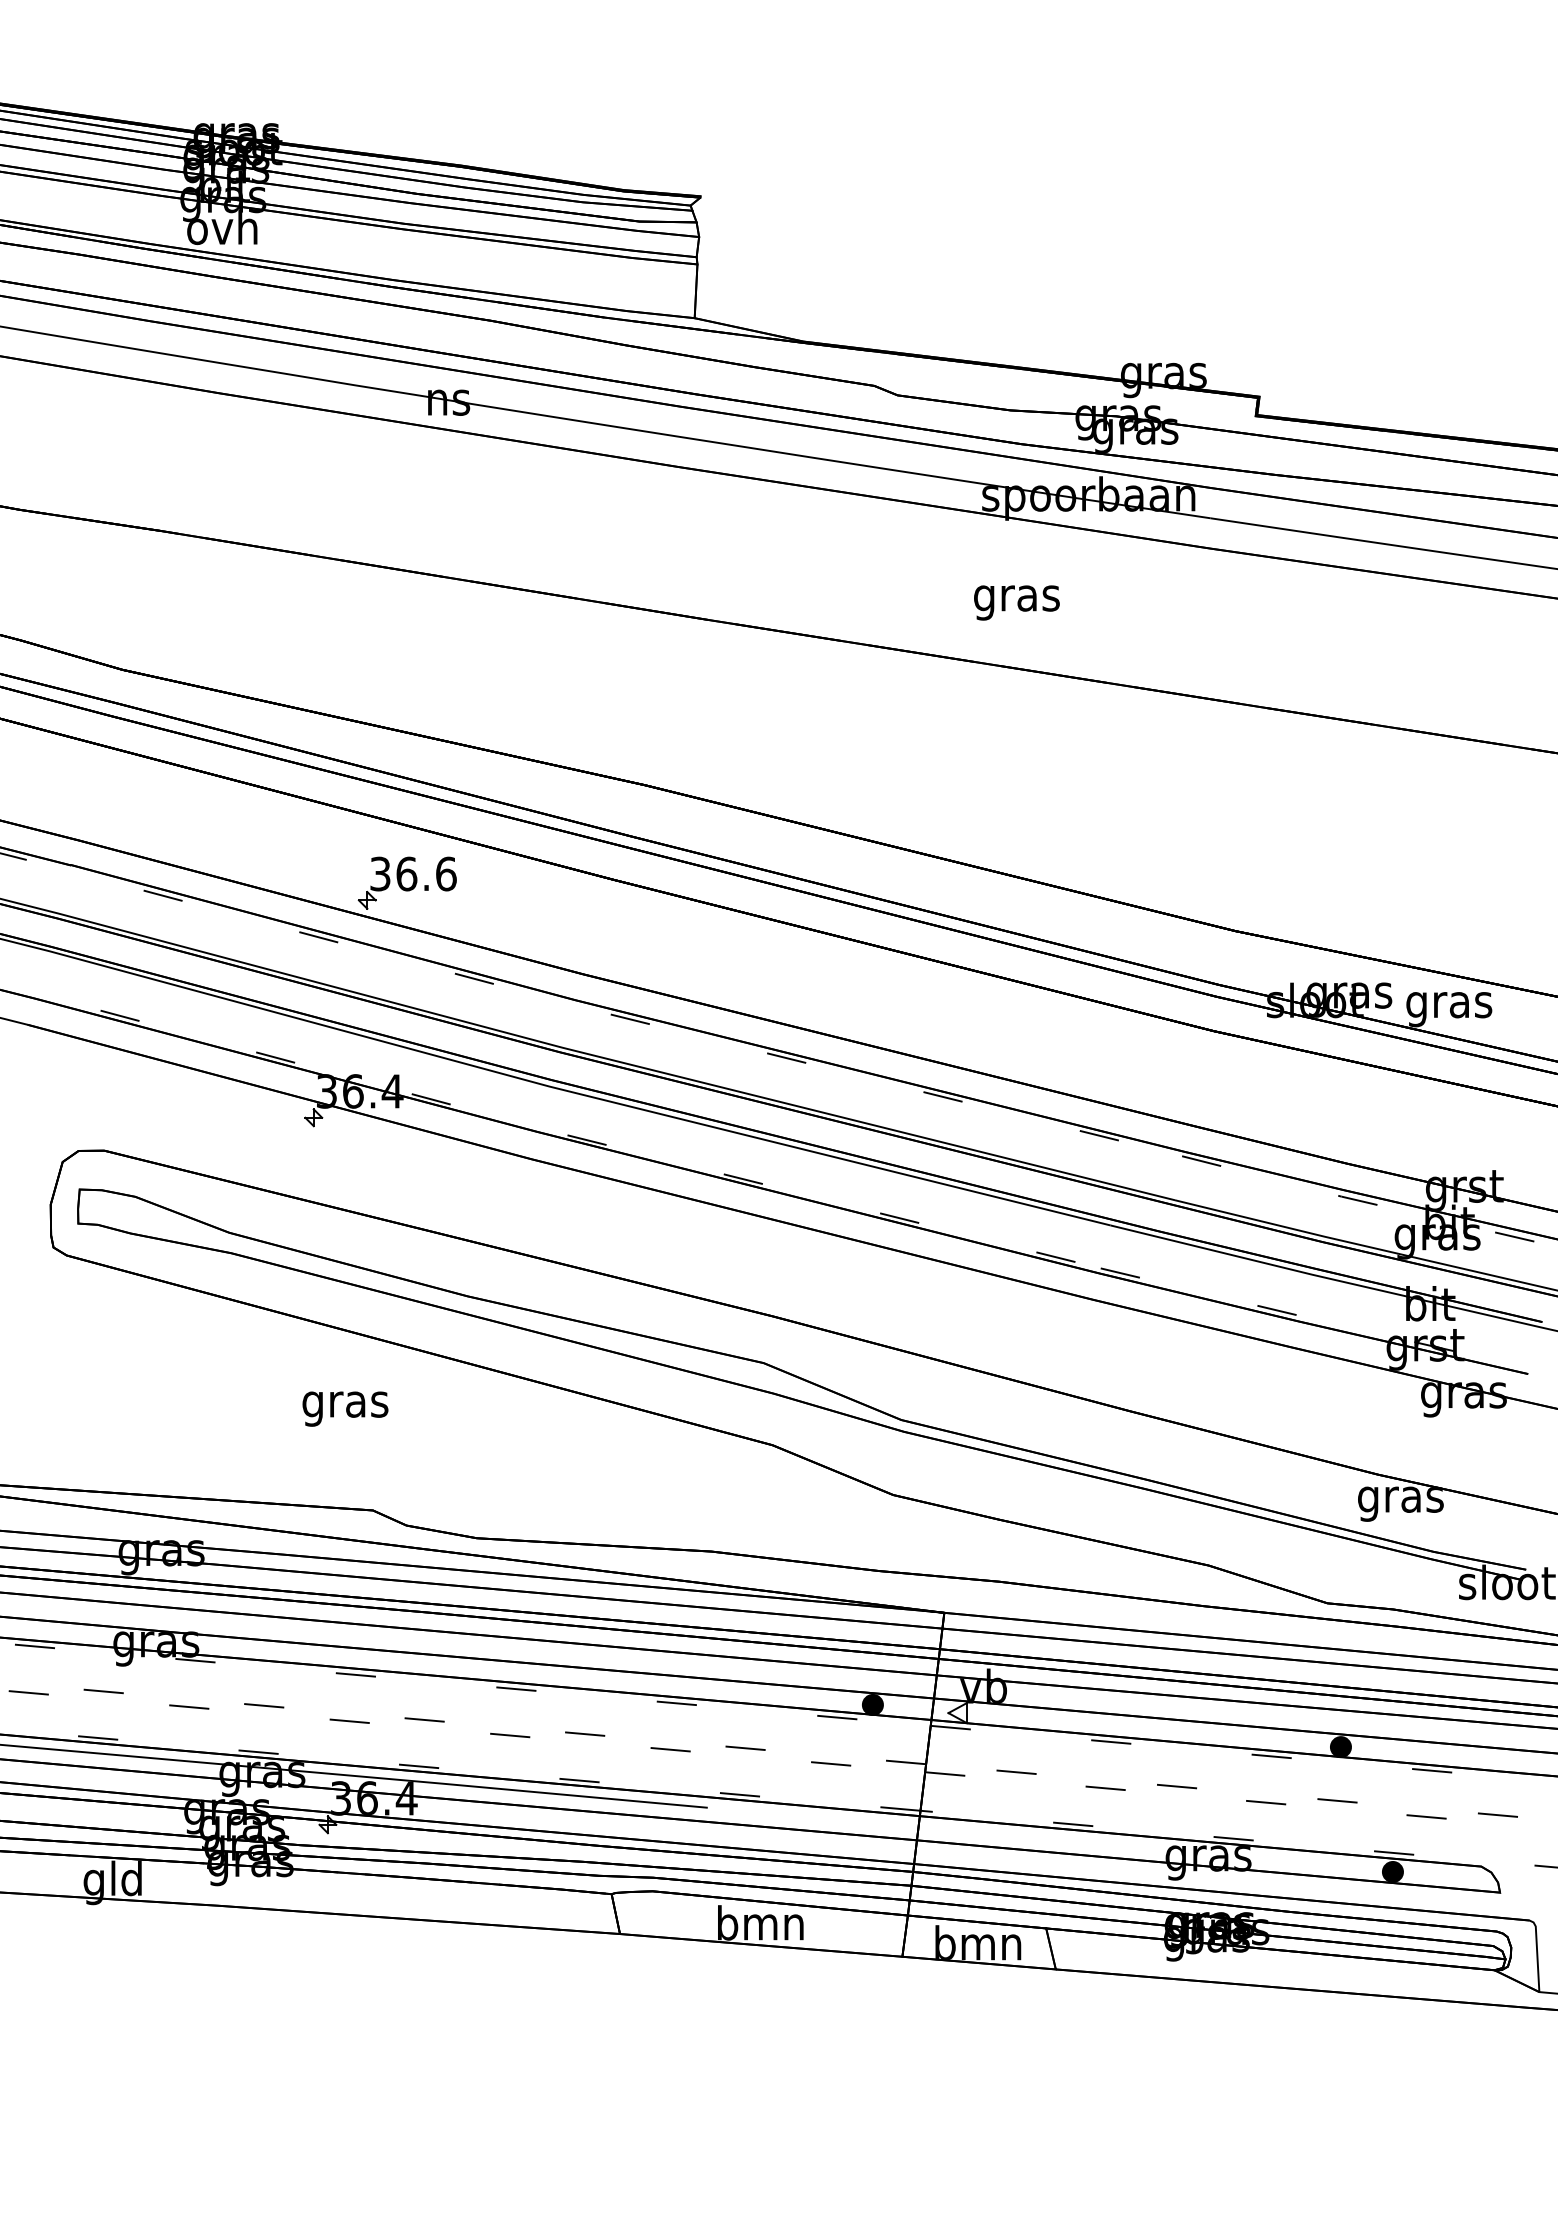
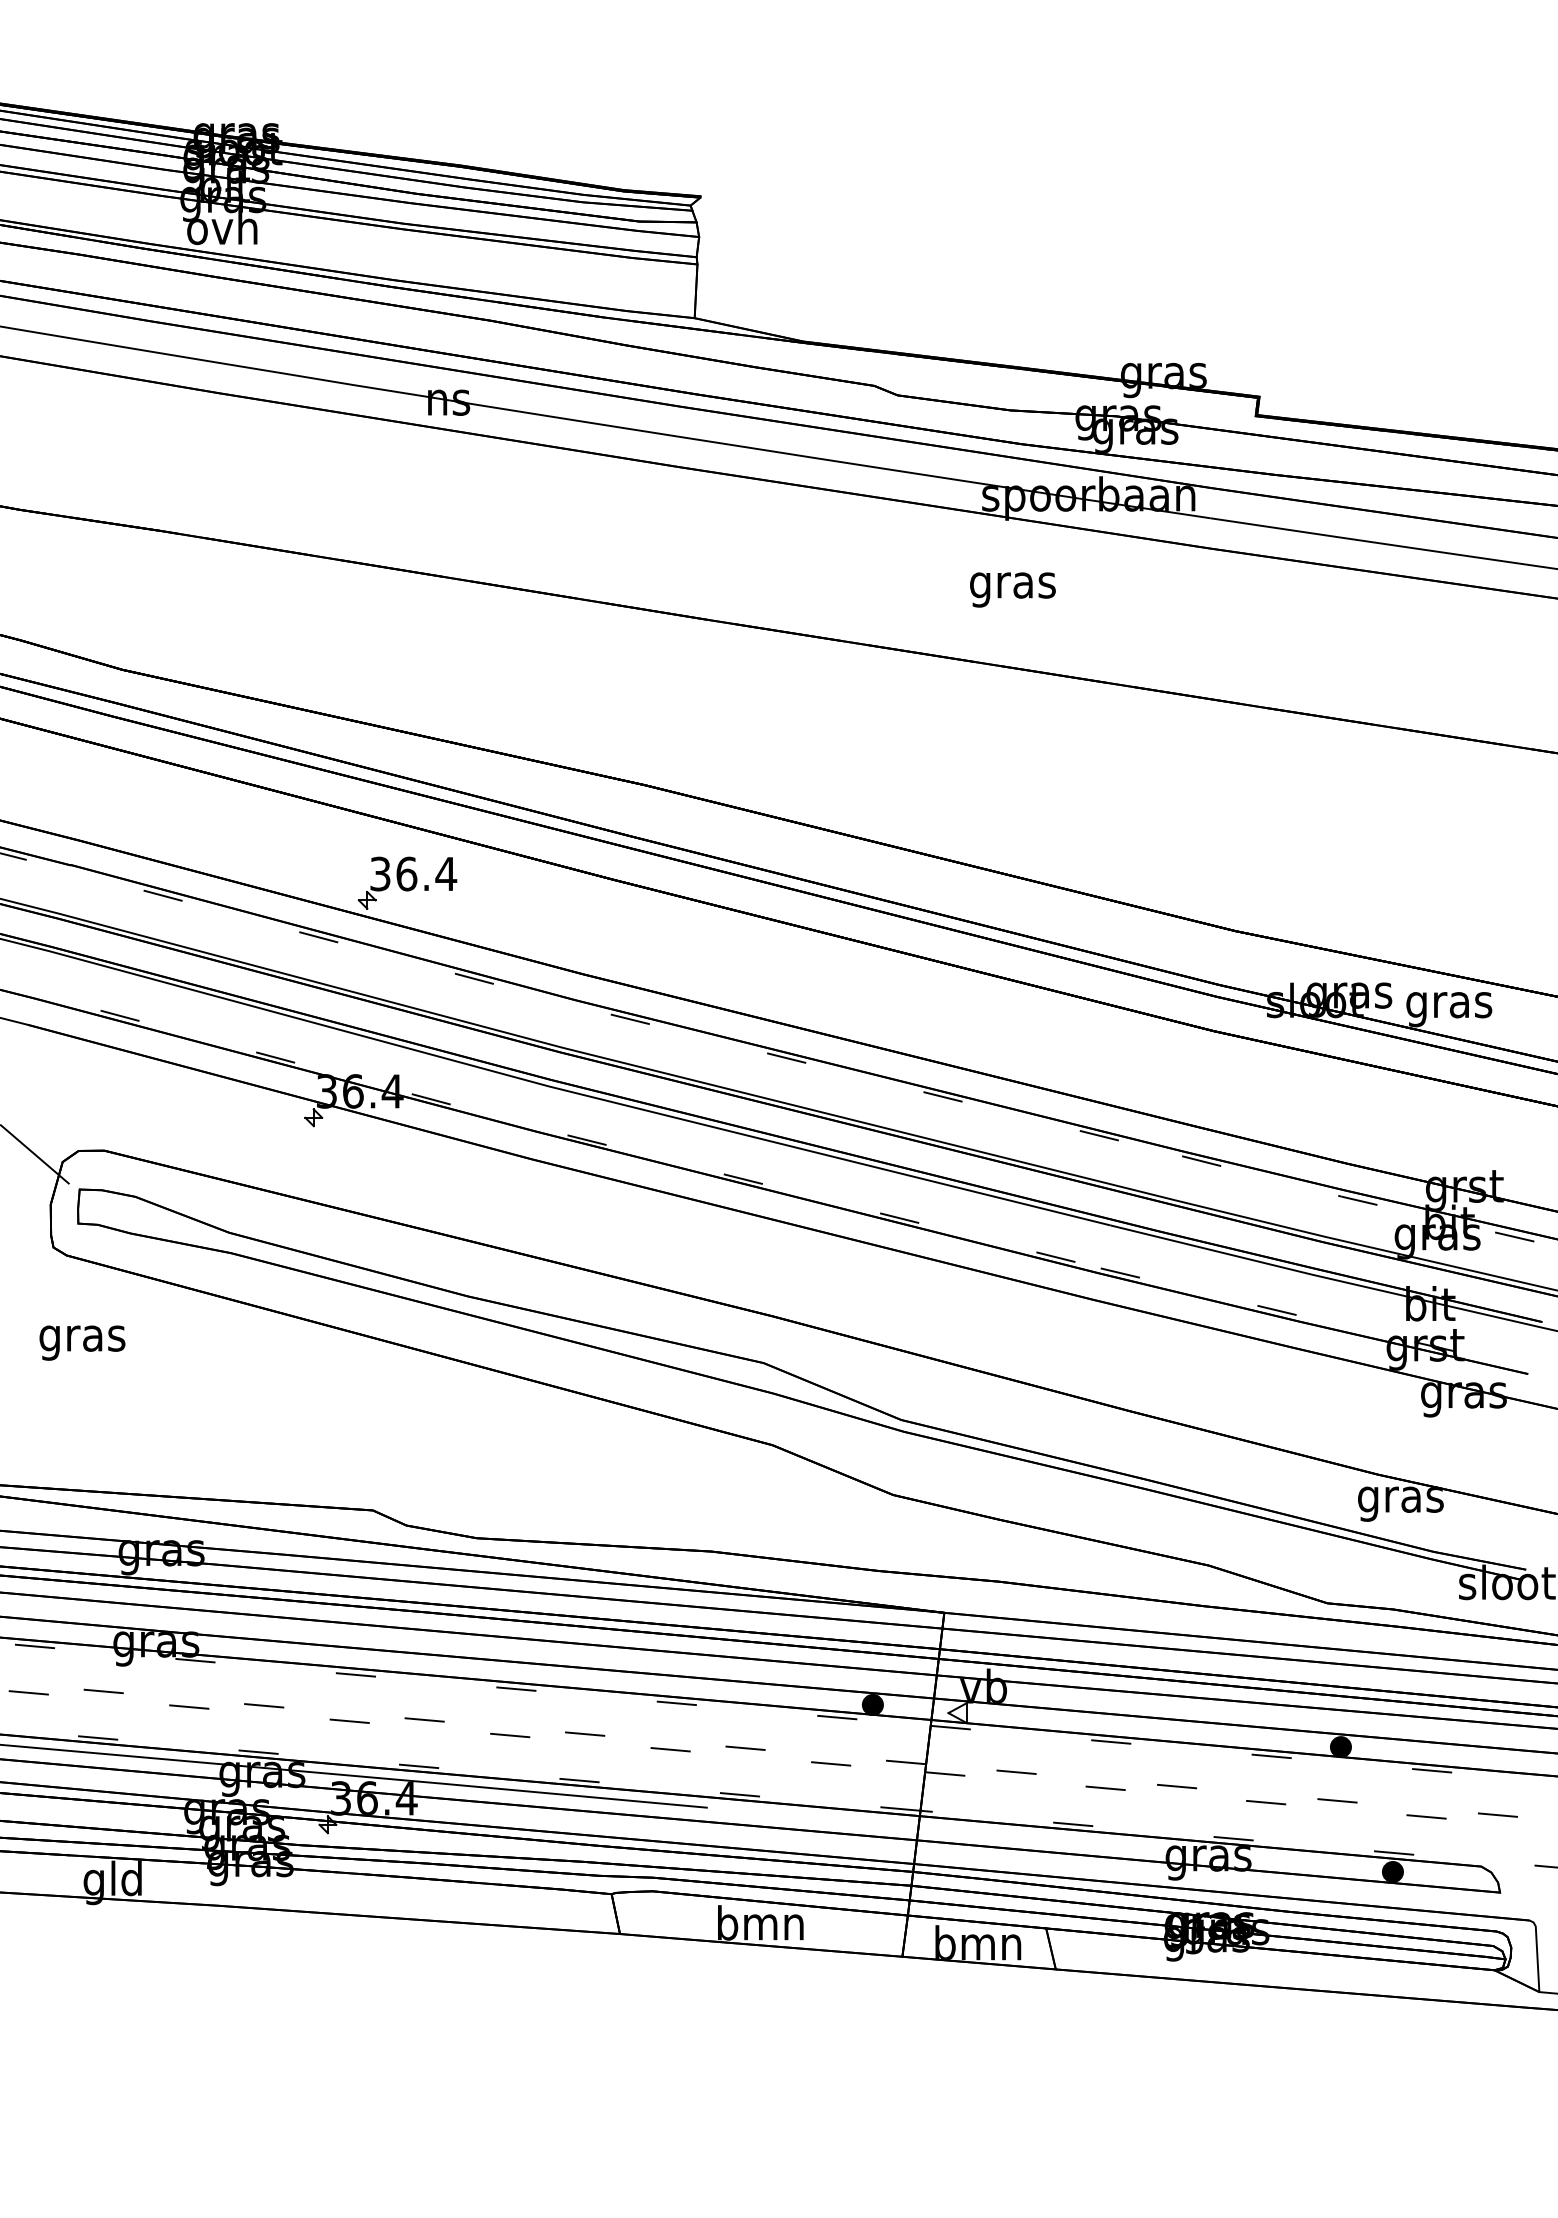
text at (1016, 602) position: (1016, 602) -> (1012, 589)
text at (446, 873): 36.6 -> 36.4
line at (35, 1154): none -> present
text at (345, 1408) position: (345, 1408) -> (82, 1342)
